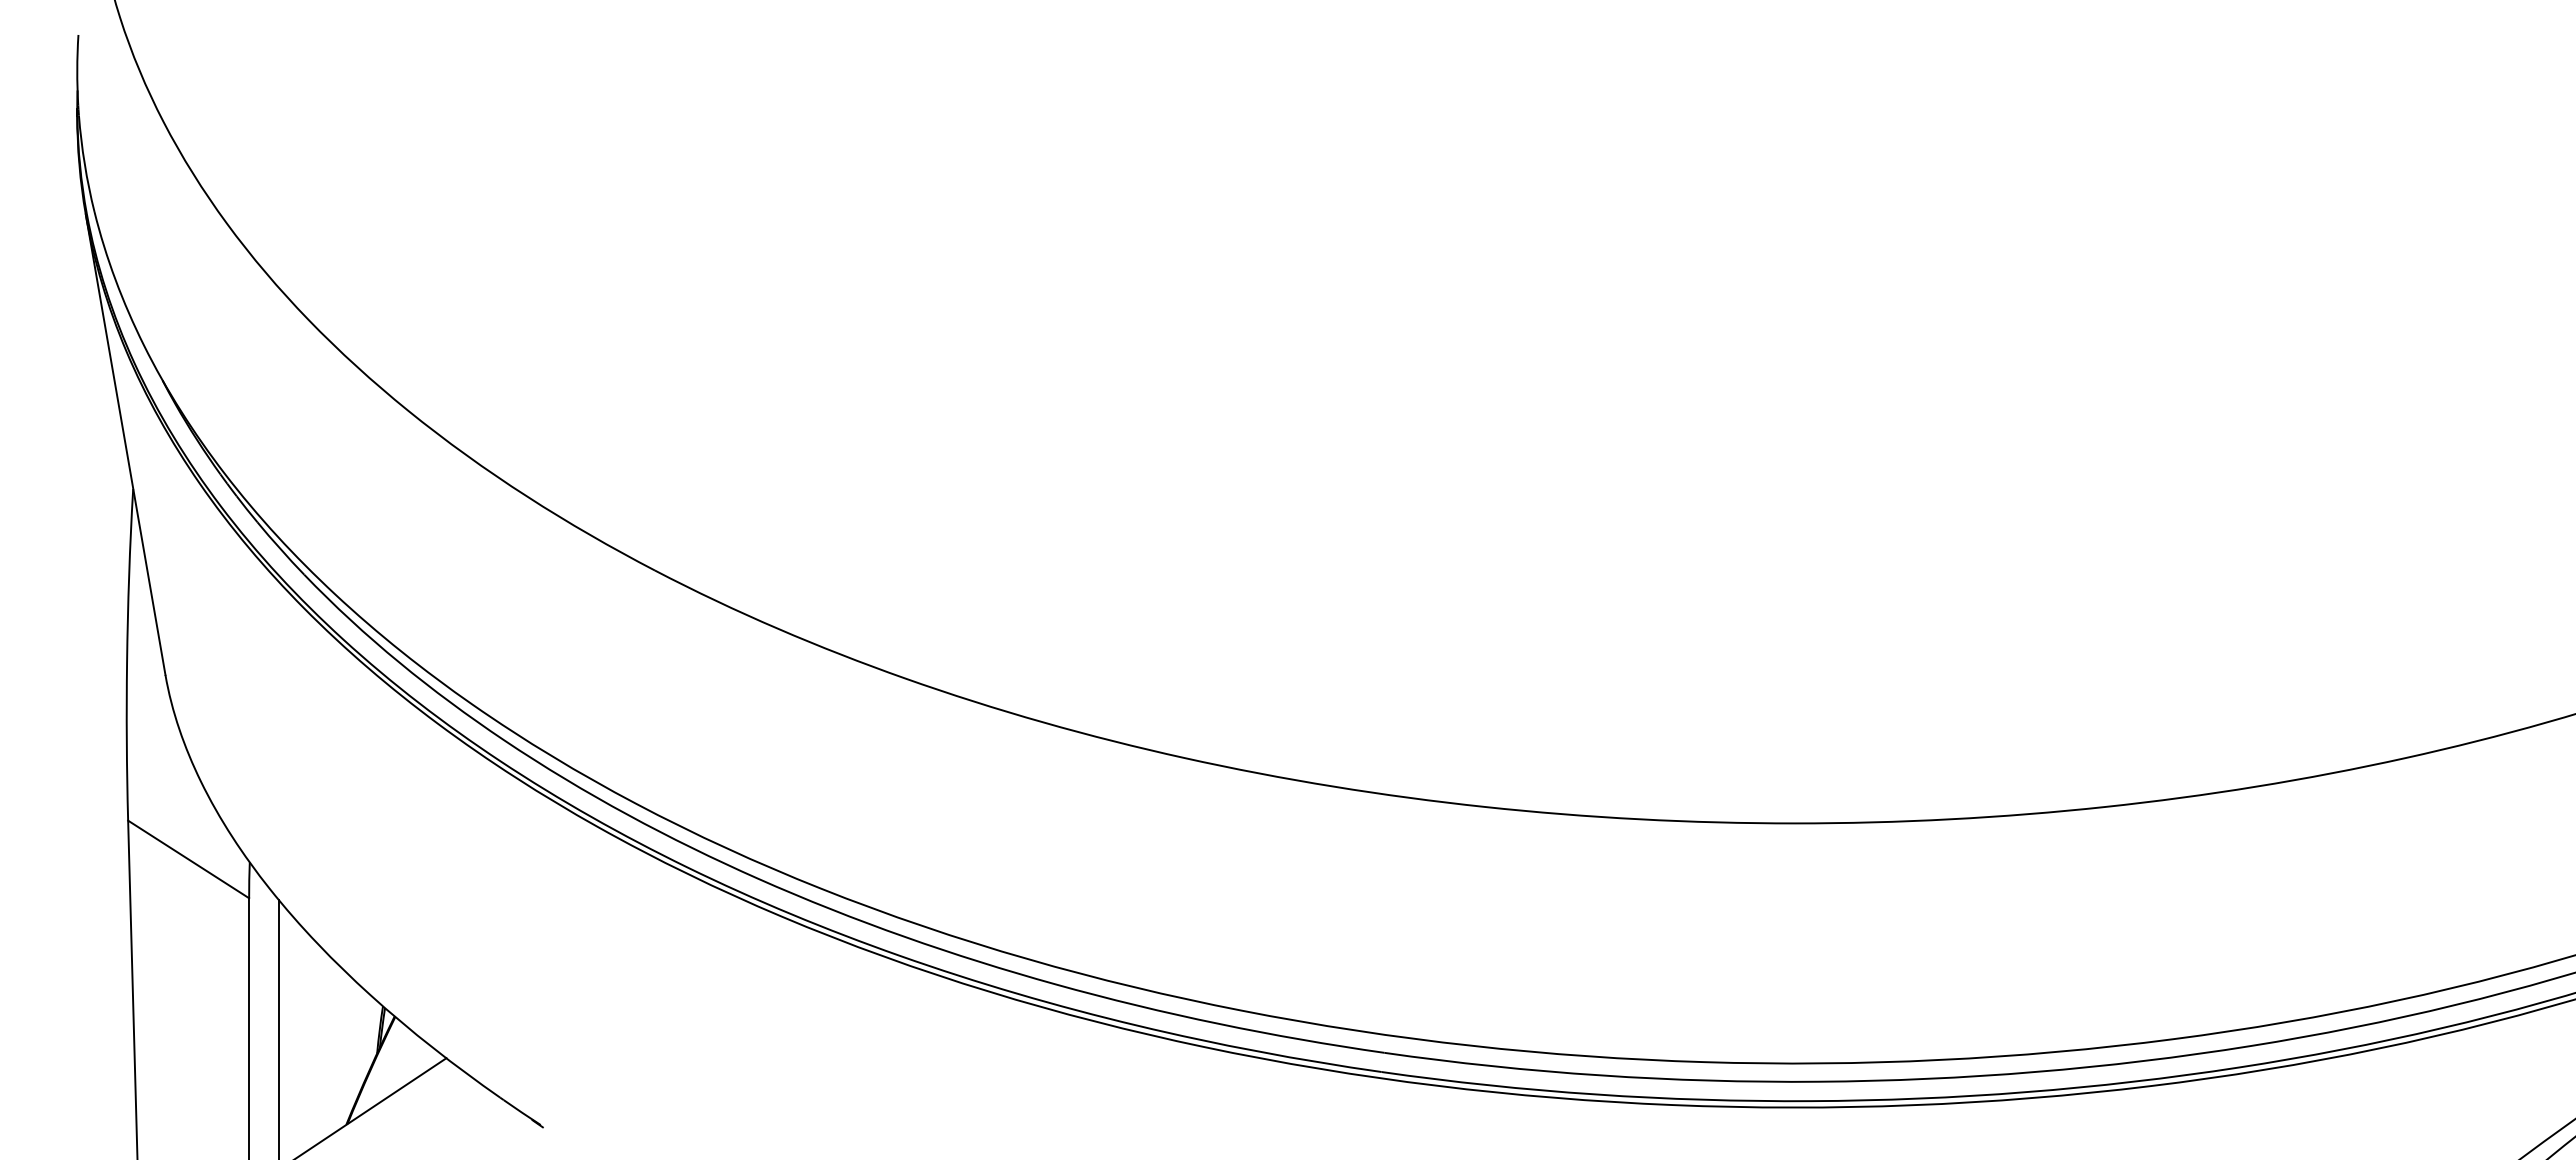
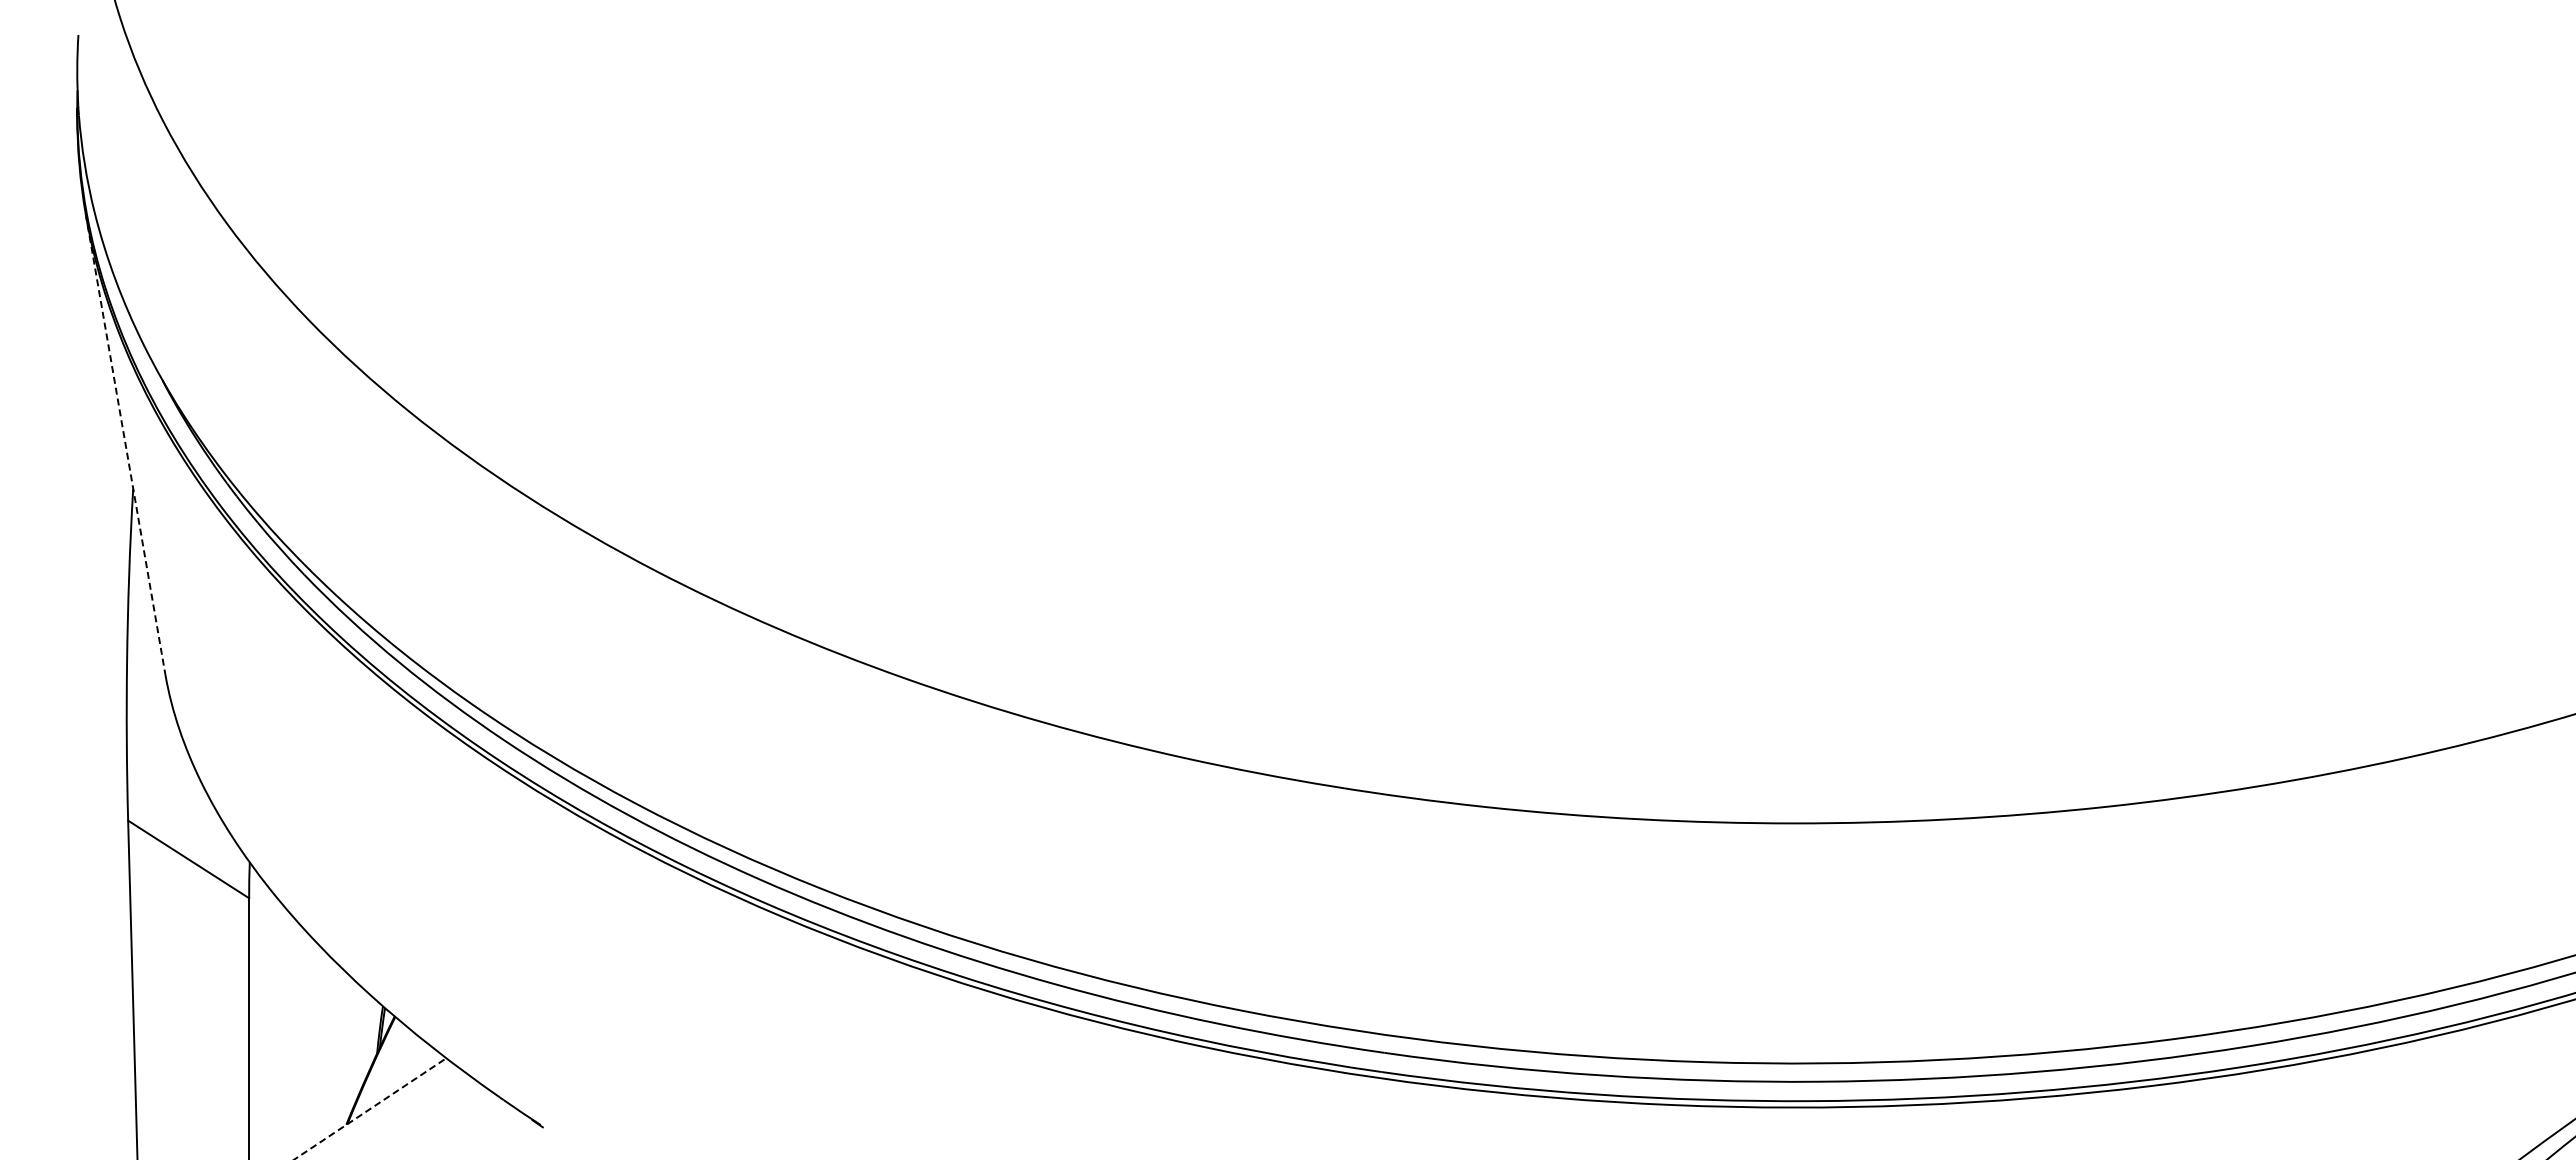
line at (125, 444): solid -> dashed
line at (279, 1028): present -> none
line at (370, 1109): solid -> dashed
